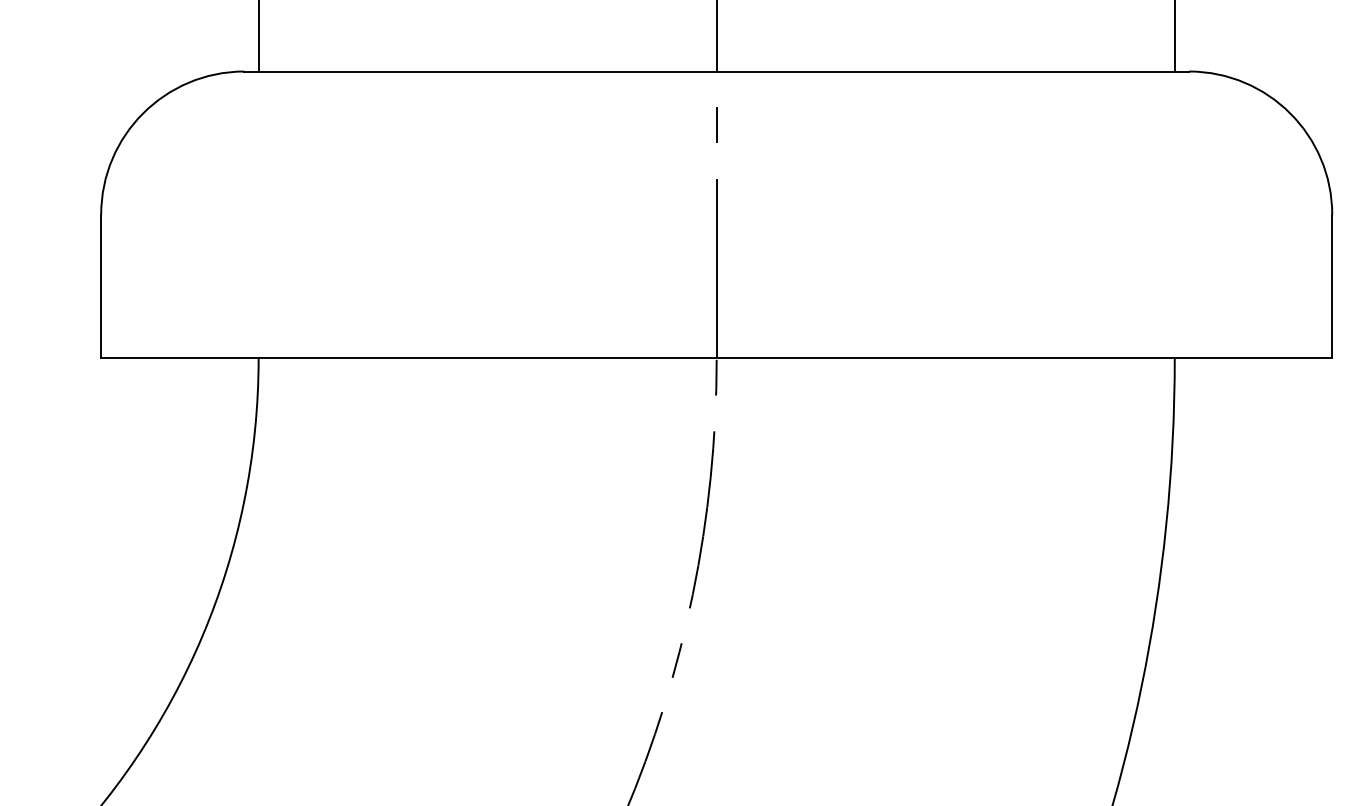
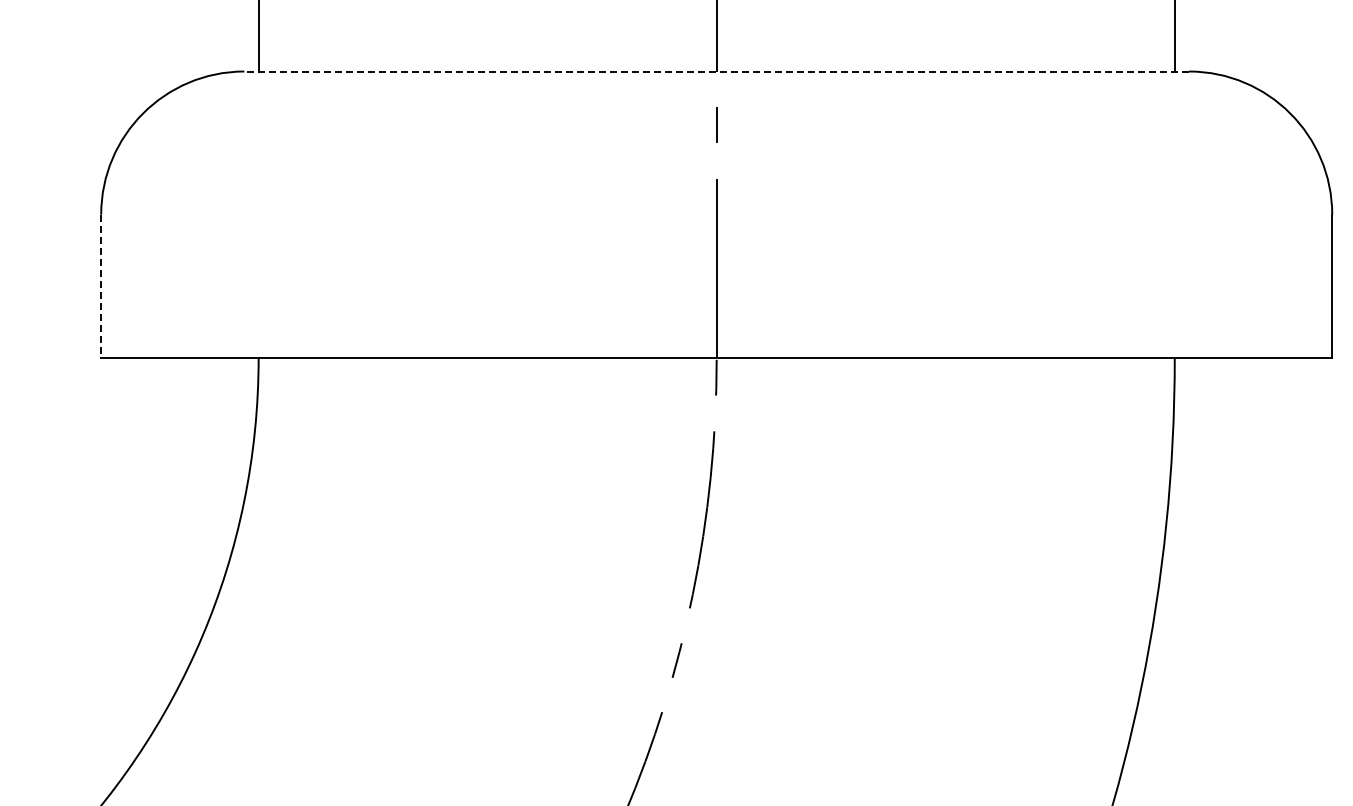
line at (716, 71): solid -> dashed
line at (101, 286): solid -> dashed
